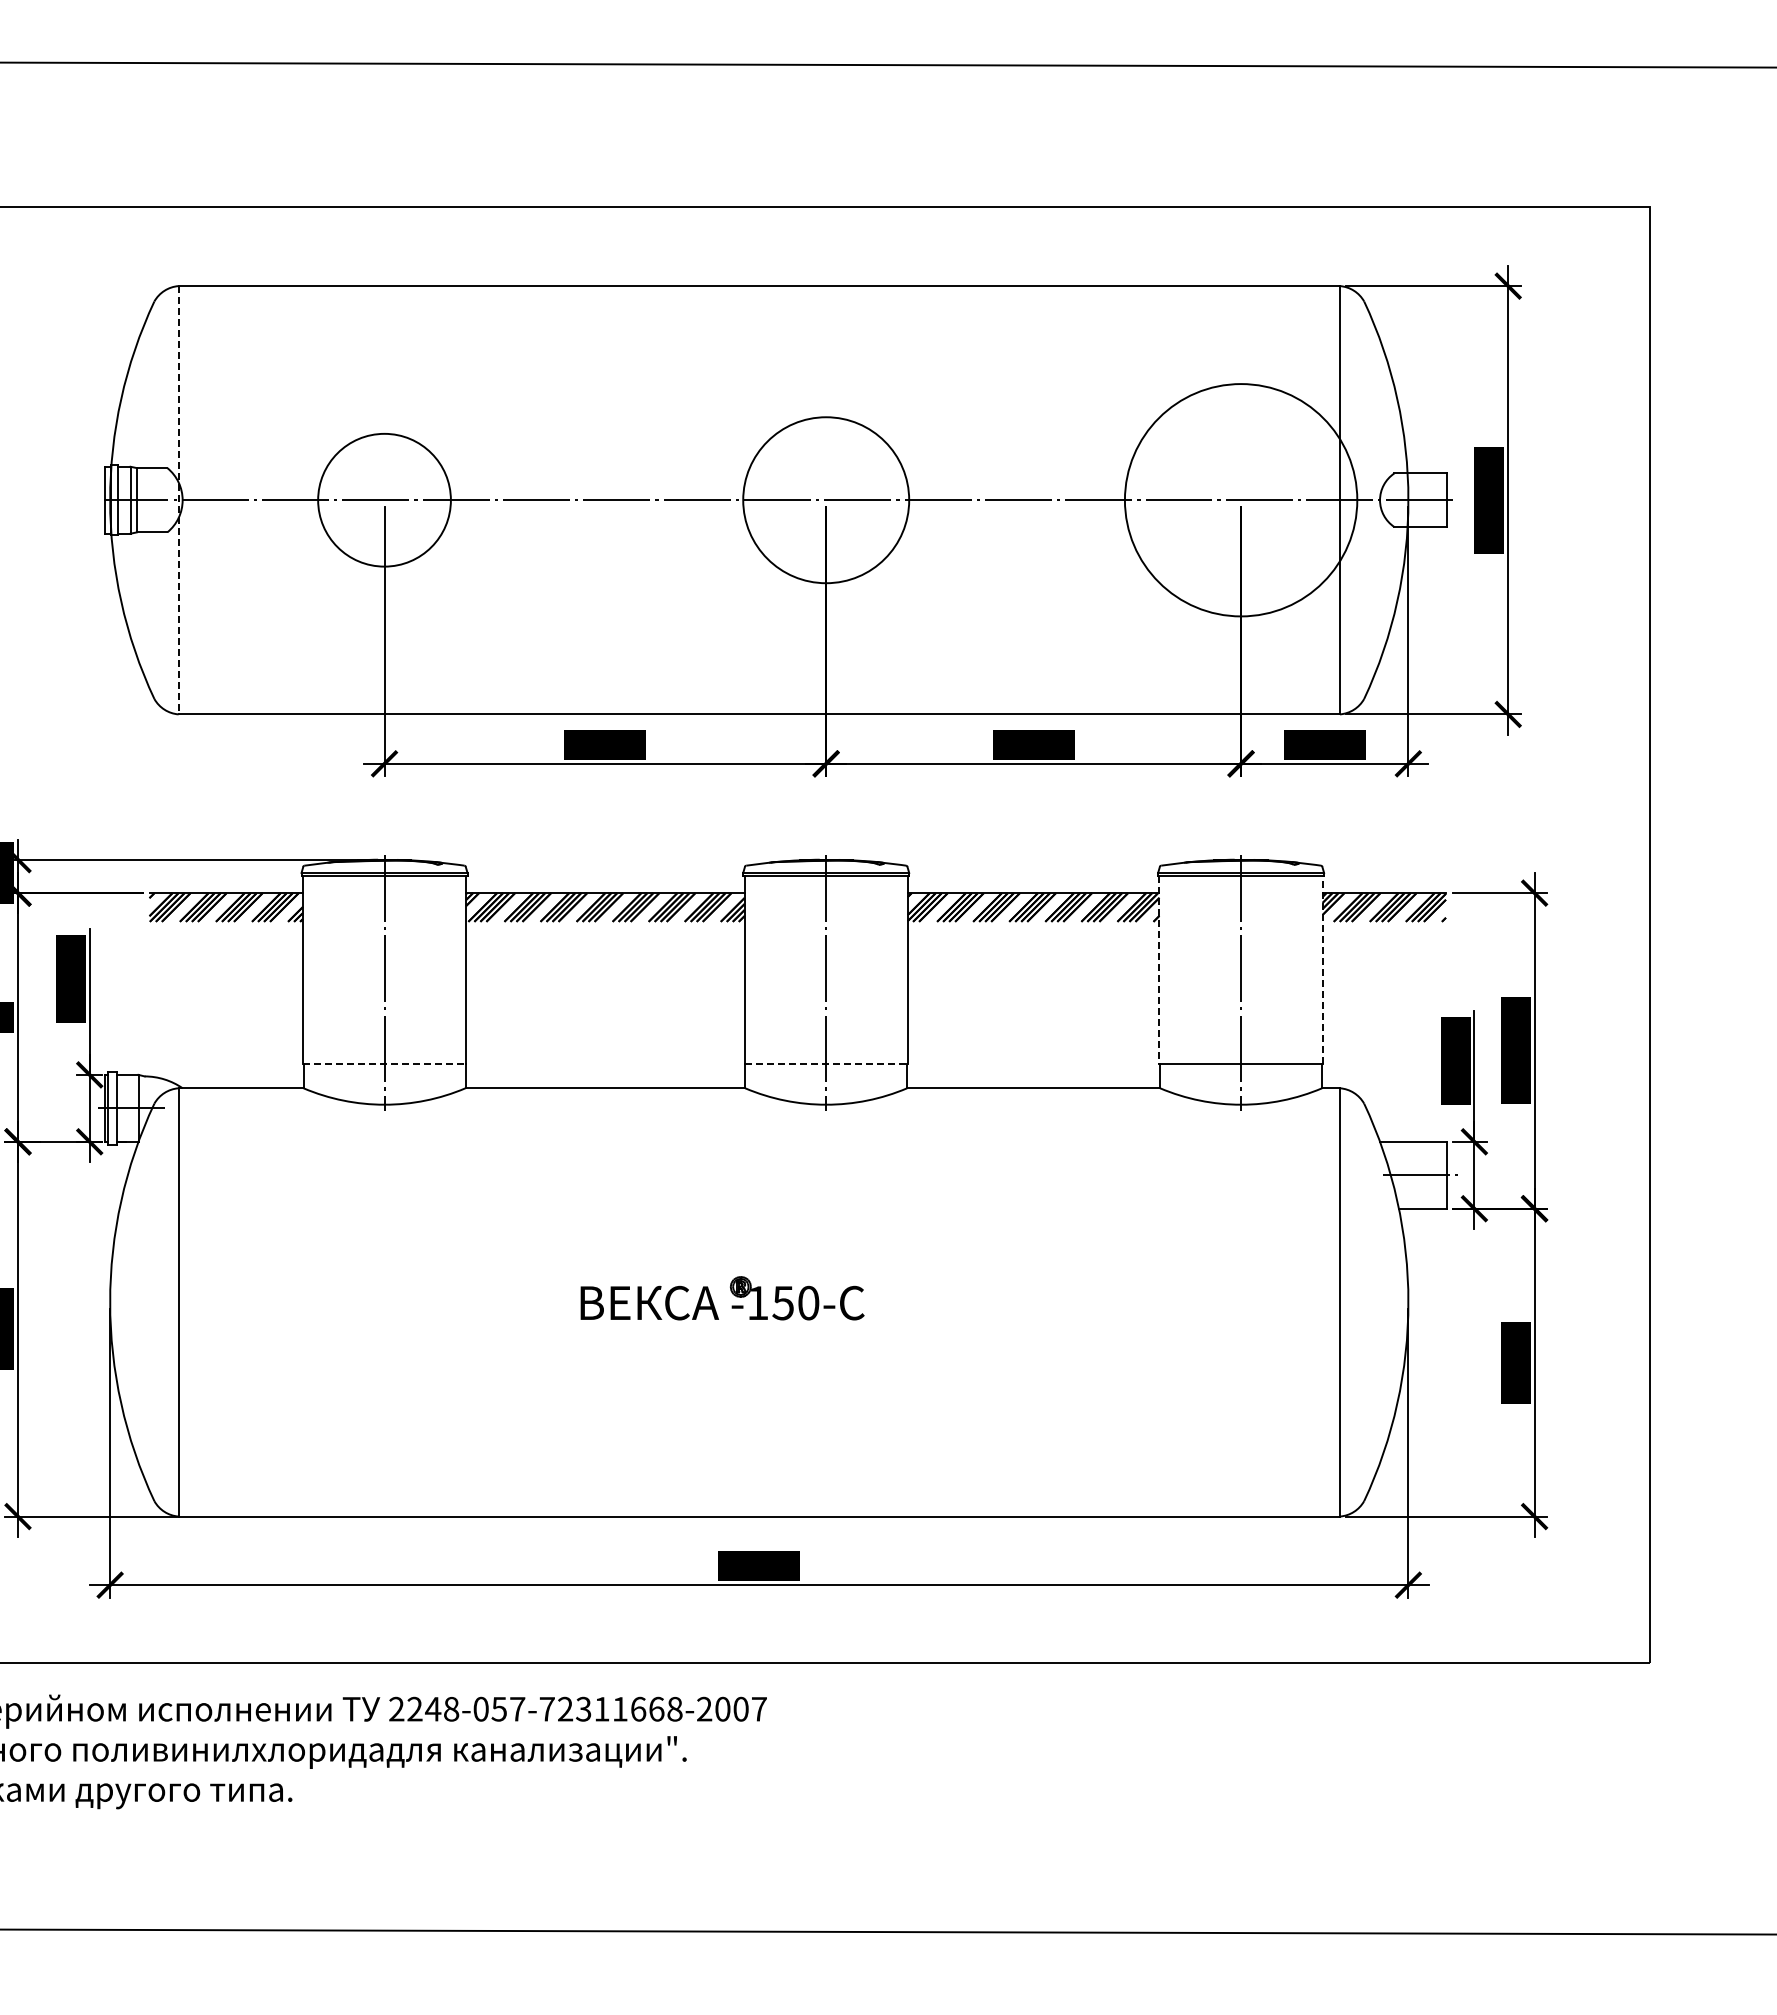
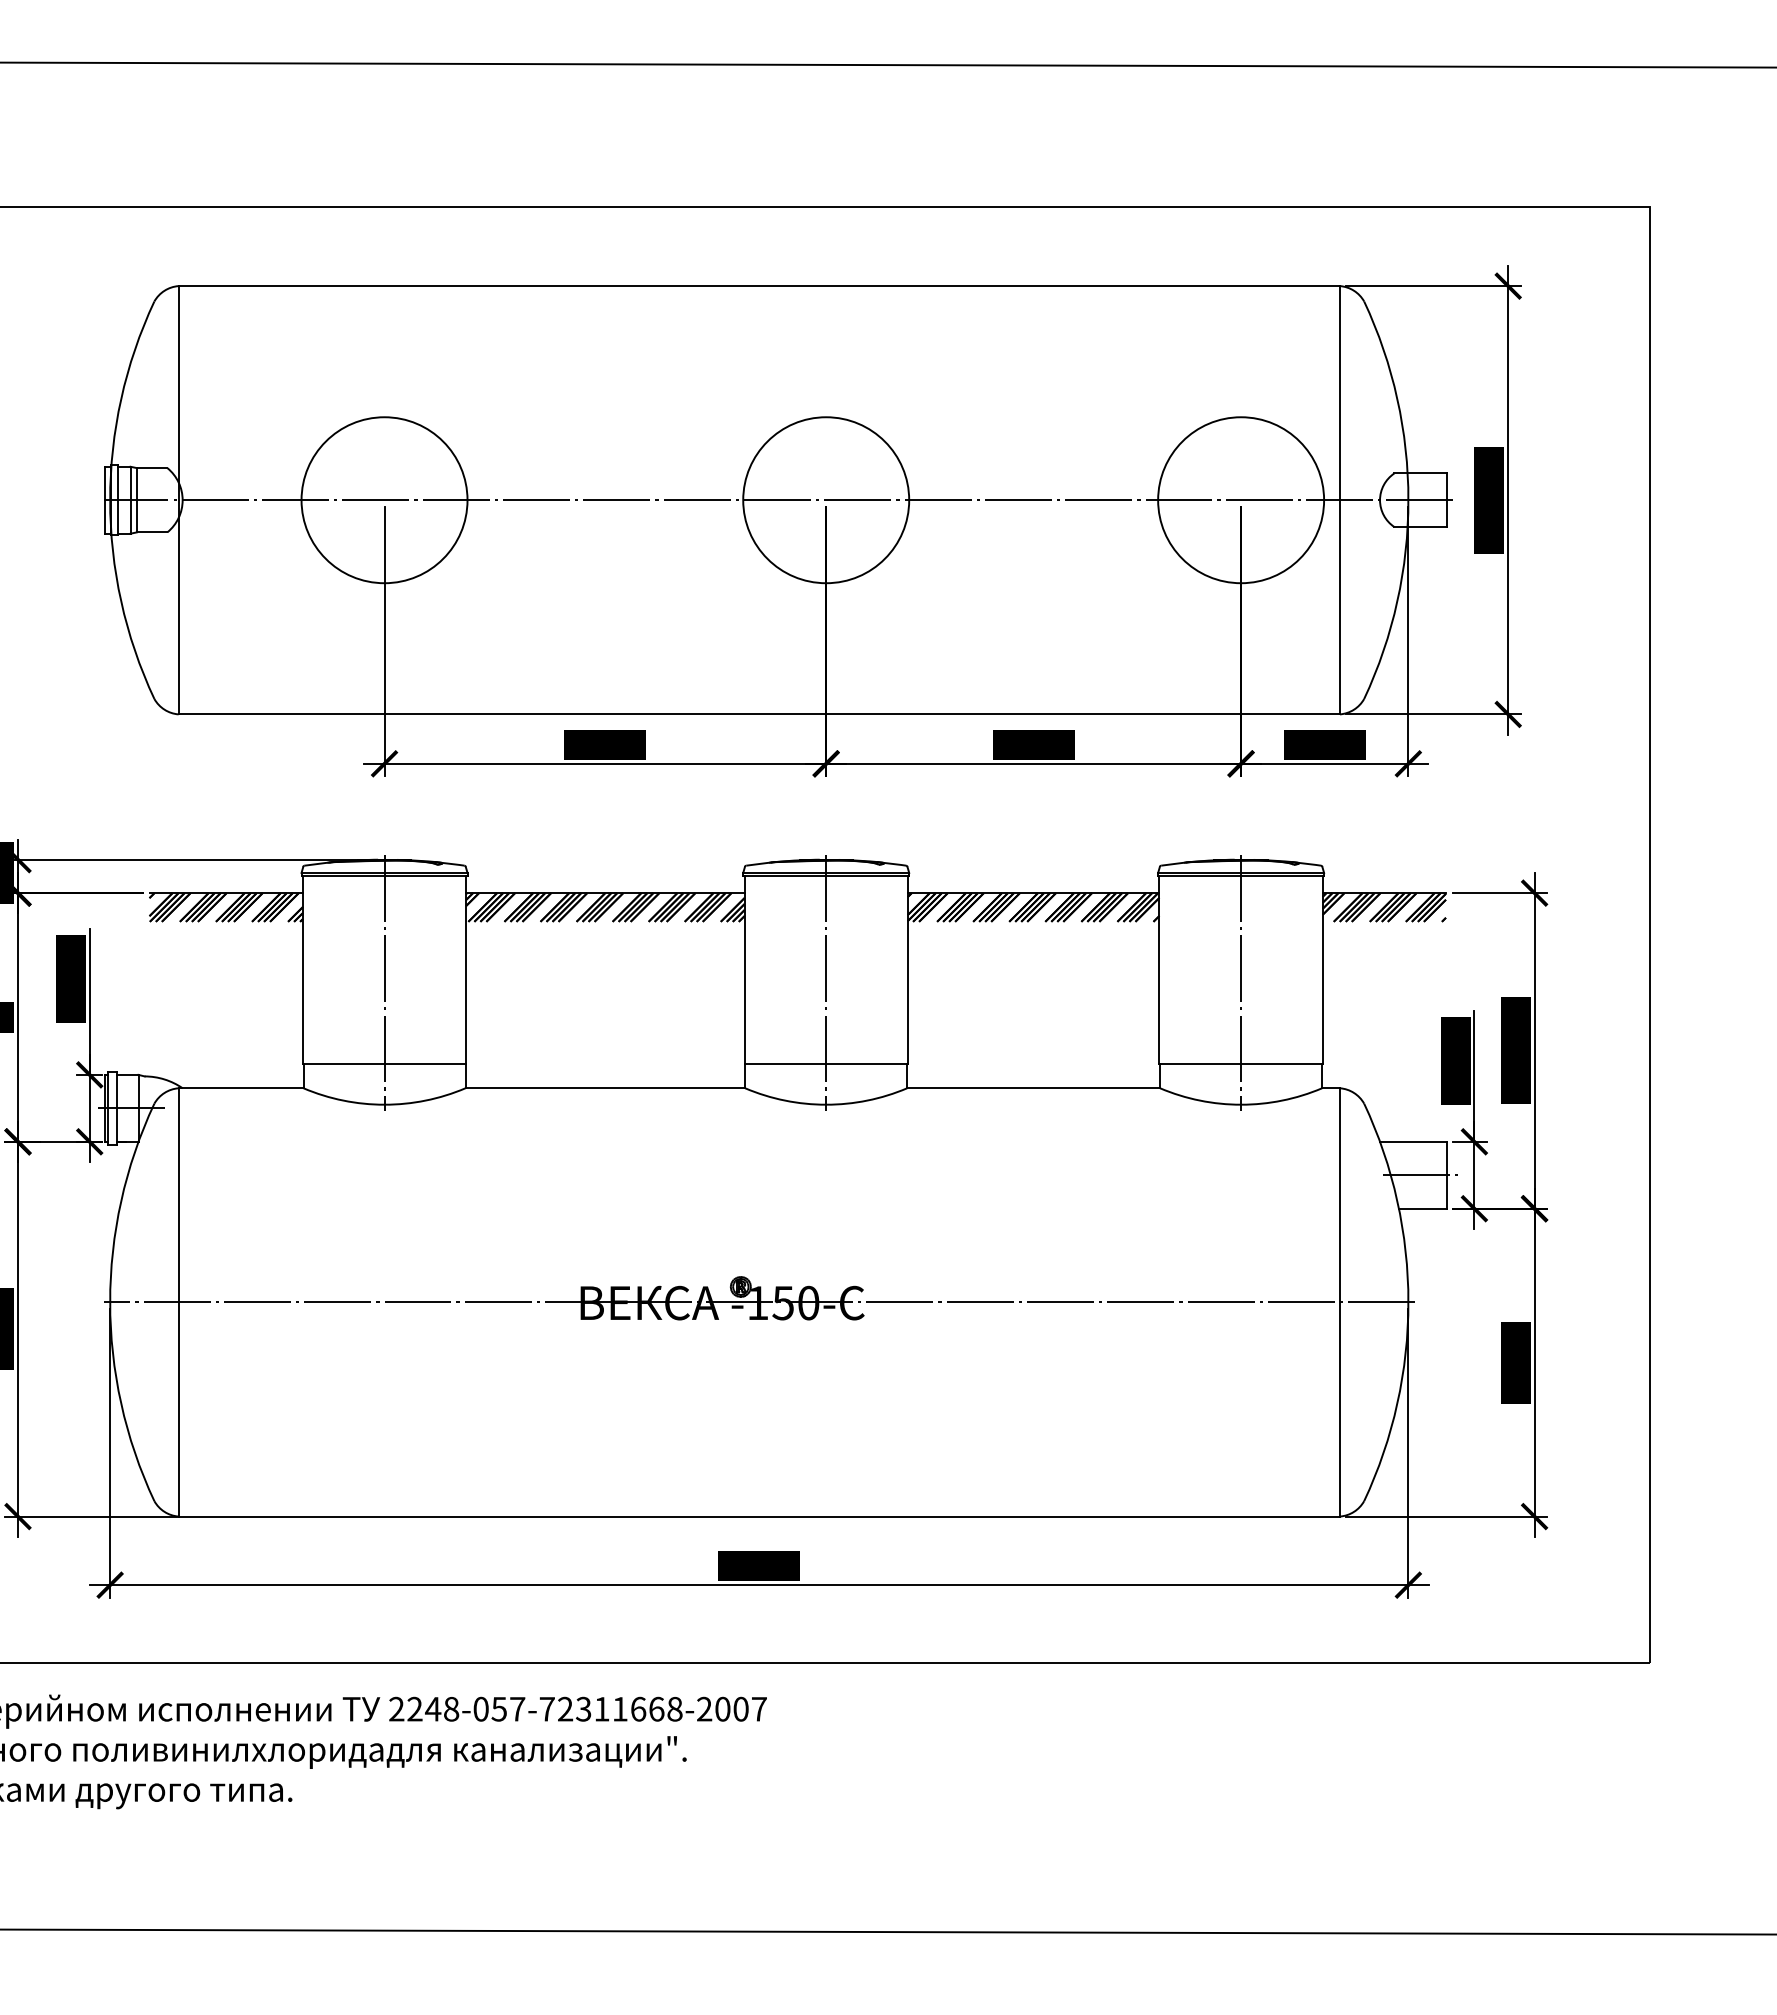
circle at (384, 499) diameter: 133 px -> 166 px
line at (178, 500): dashed -> solid
circle at (1240, 500) diameter: 232 px -> 166 px
line at (1159, 969): dashed -> solid
line at (1322, 969): dashed -> solid
line at (384, 1063): dashed -> solid
line at (826, 1063): dashed -> solid
line at (759, 1302): none -> present
